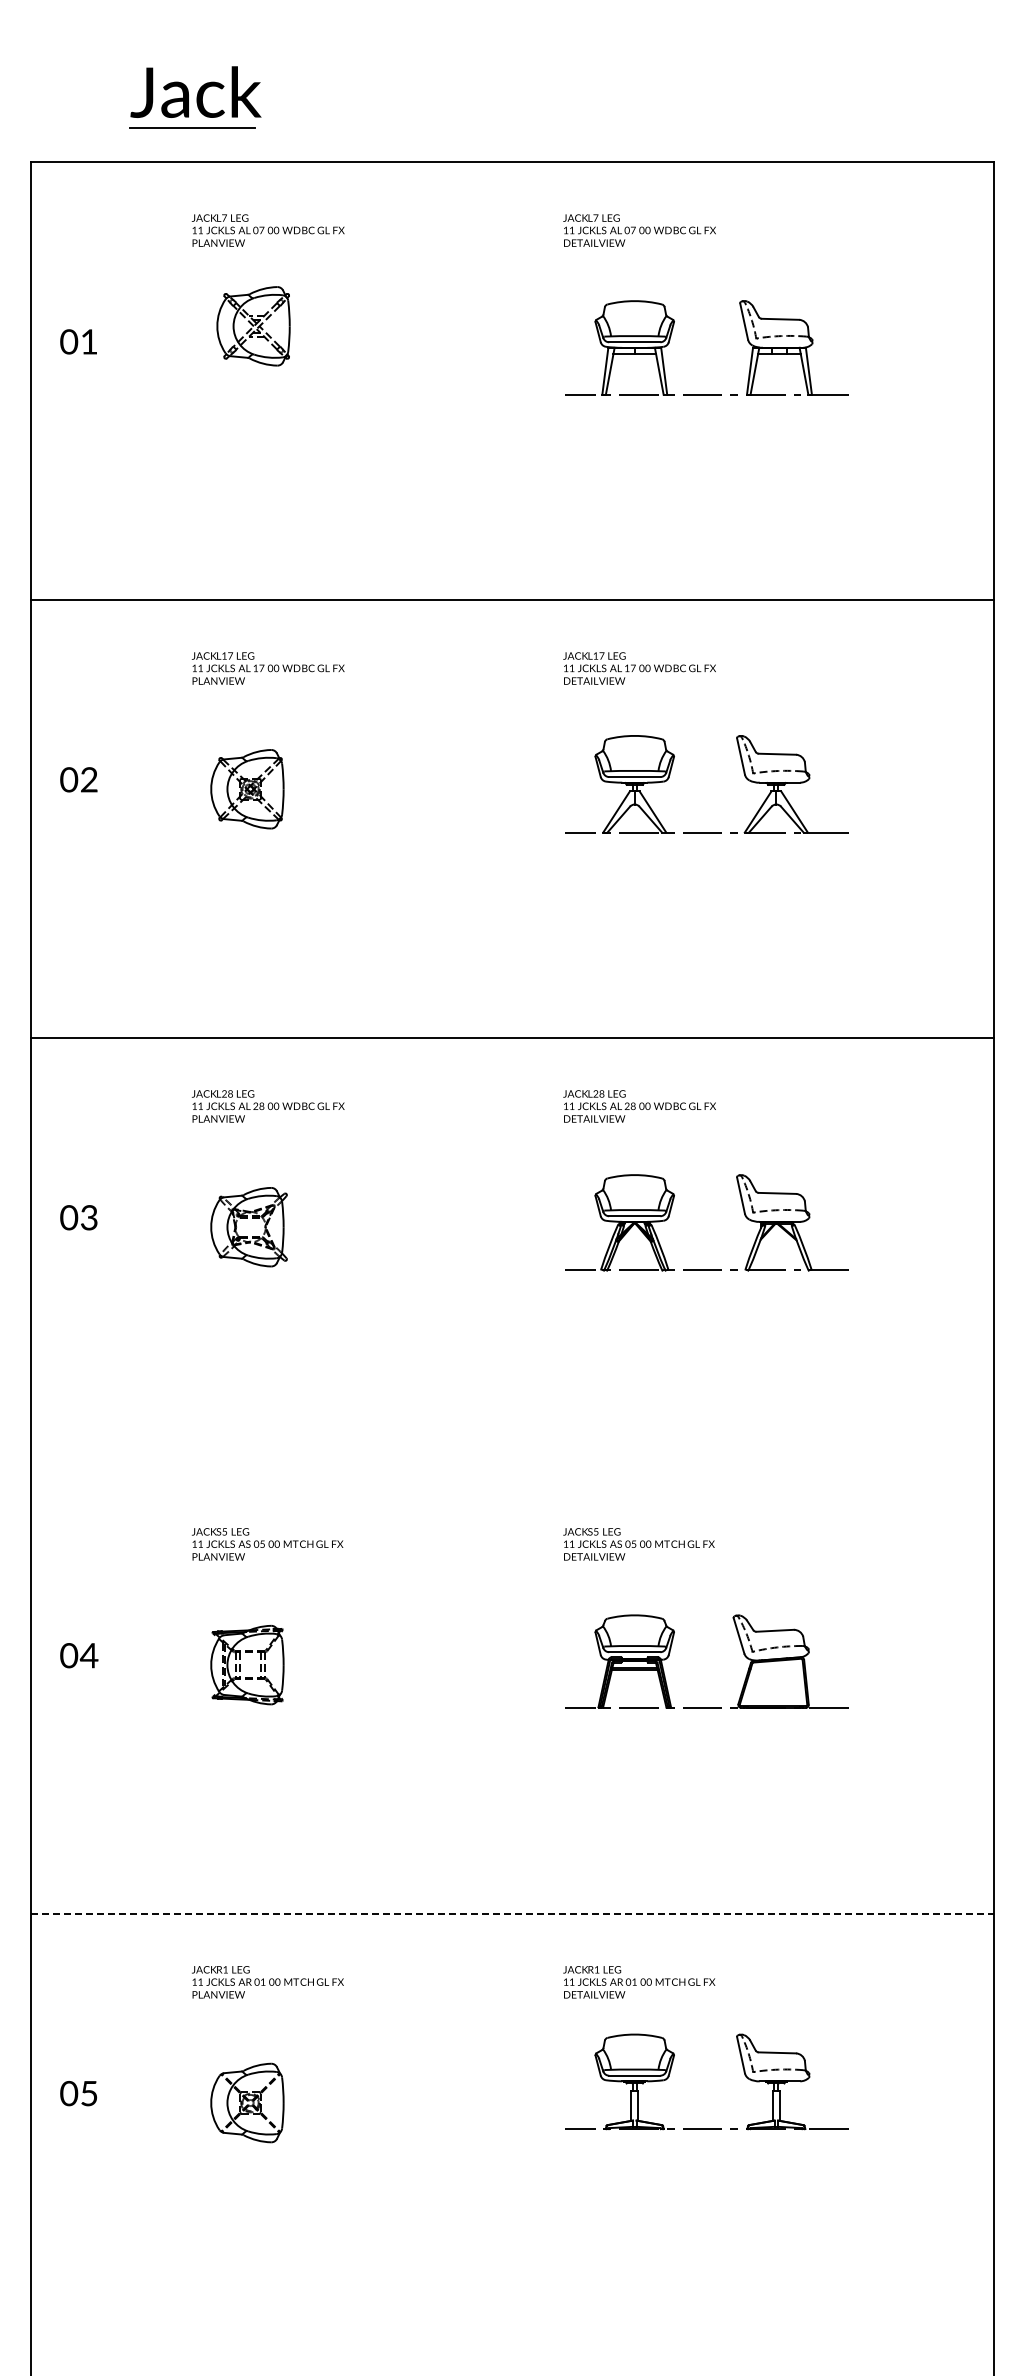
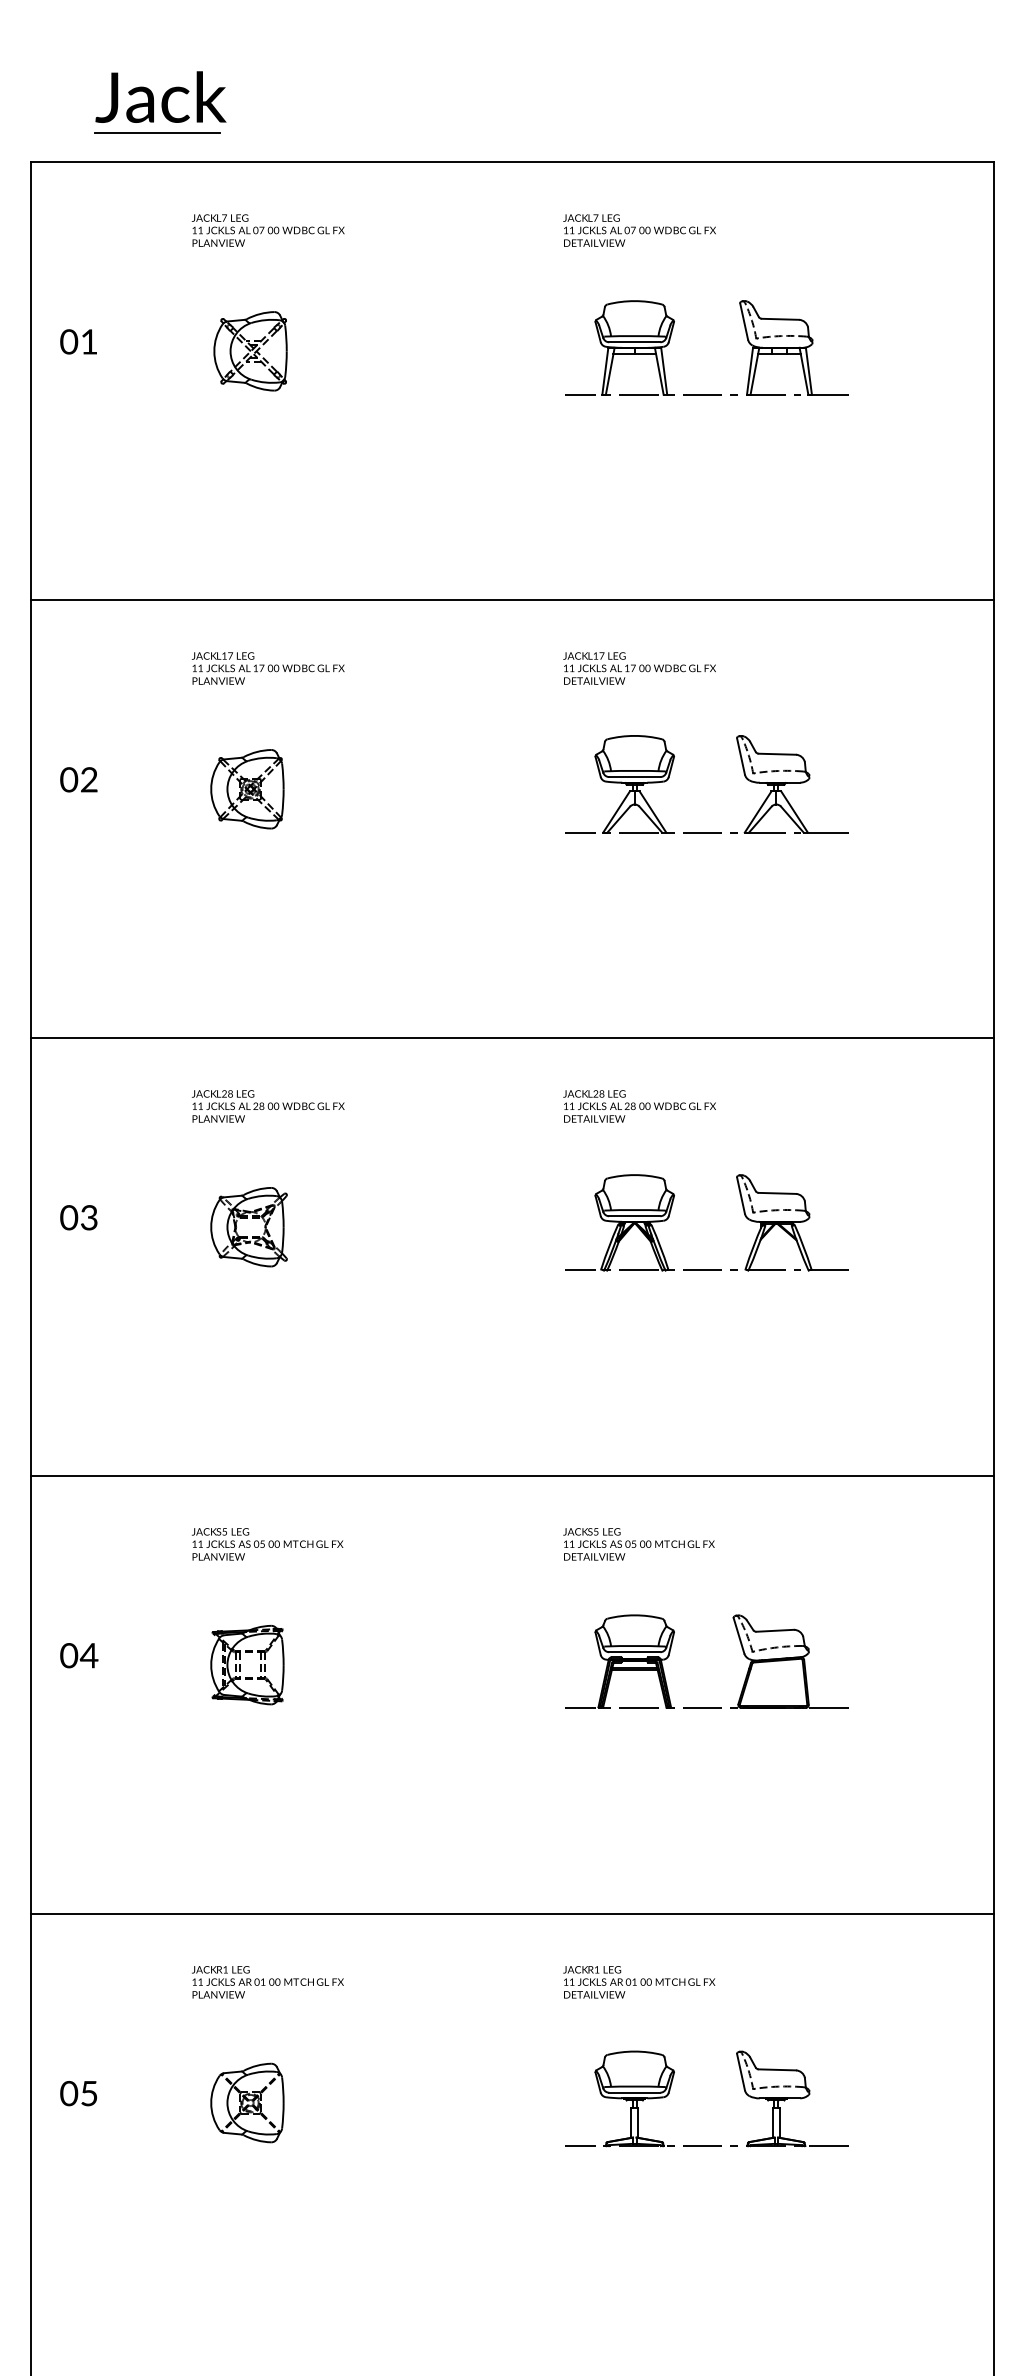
part at (195, 97) position: (195, 97) -> (160, 102)
part at (253, 326) position: (253, 326) -> (250, 351)
line at (512, 1475): none -> present
line at (512, 1913): dashed -> solid
part at (671, 2070) position: (671, 2070) -> (671, 2087)
